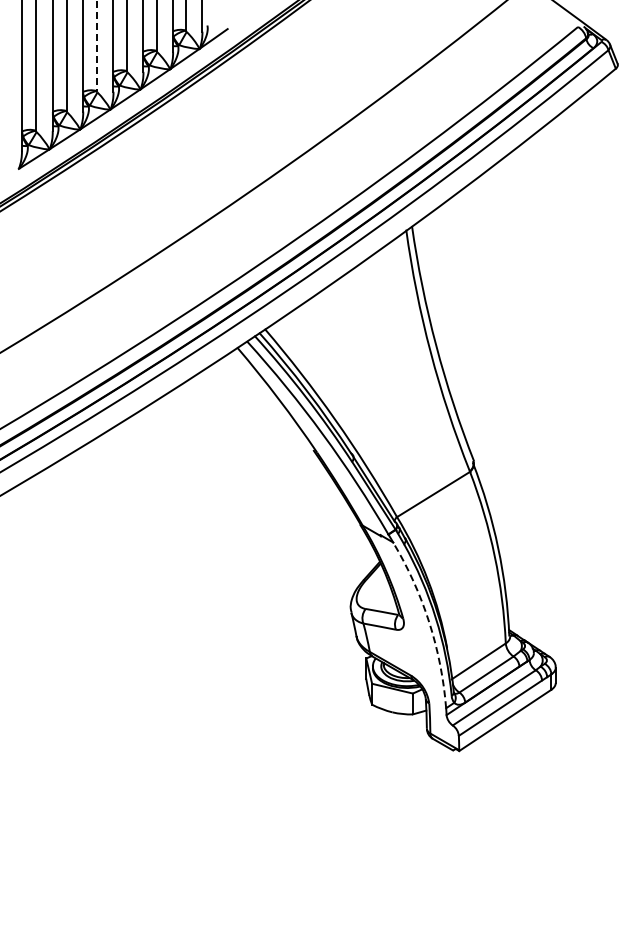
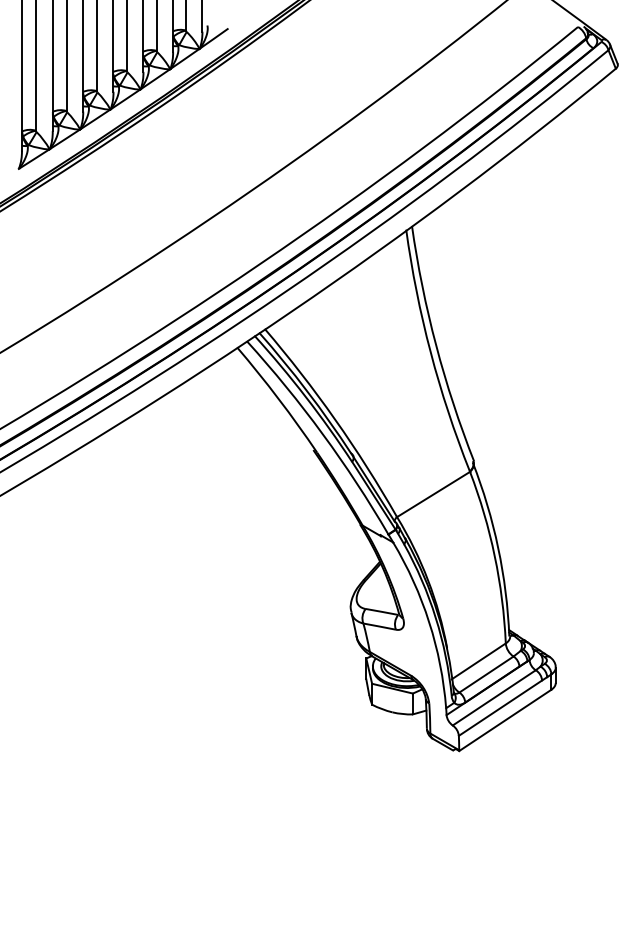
line at (96, 46): dashed -> solid
arc at (429, 622): dashed -> solid
